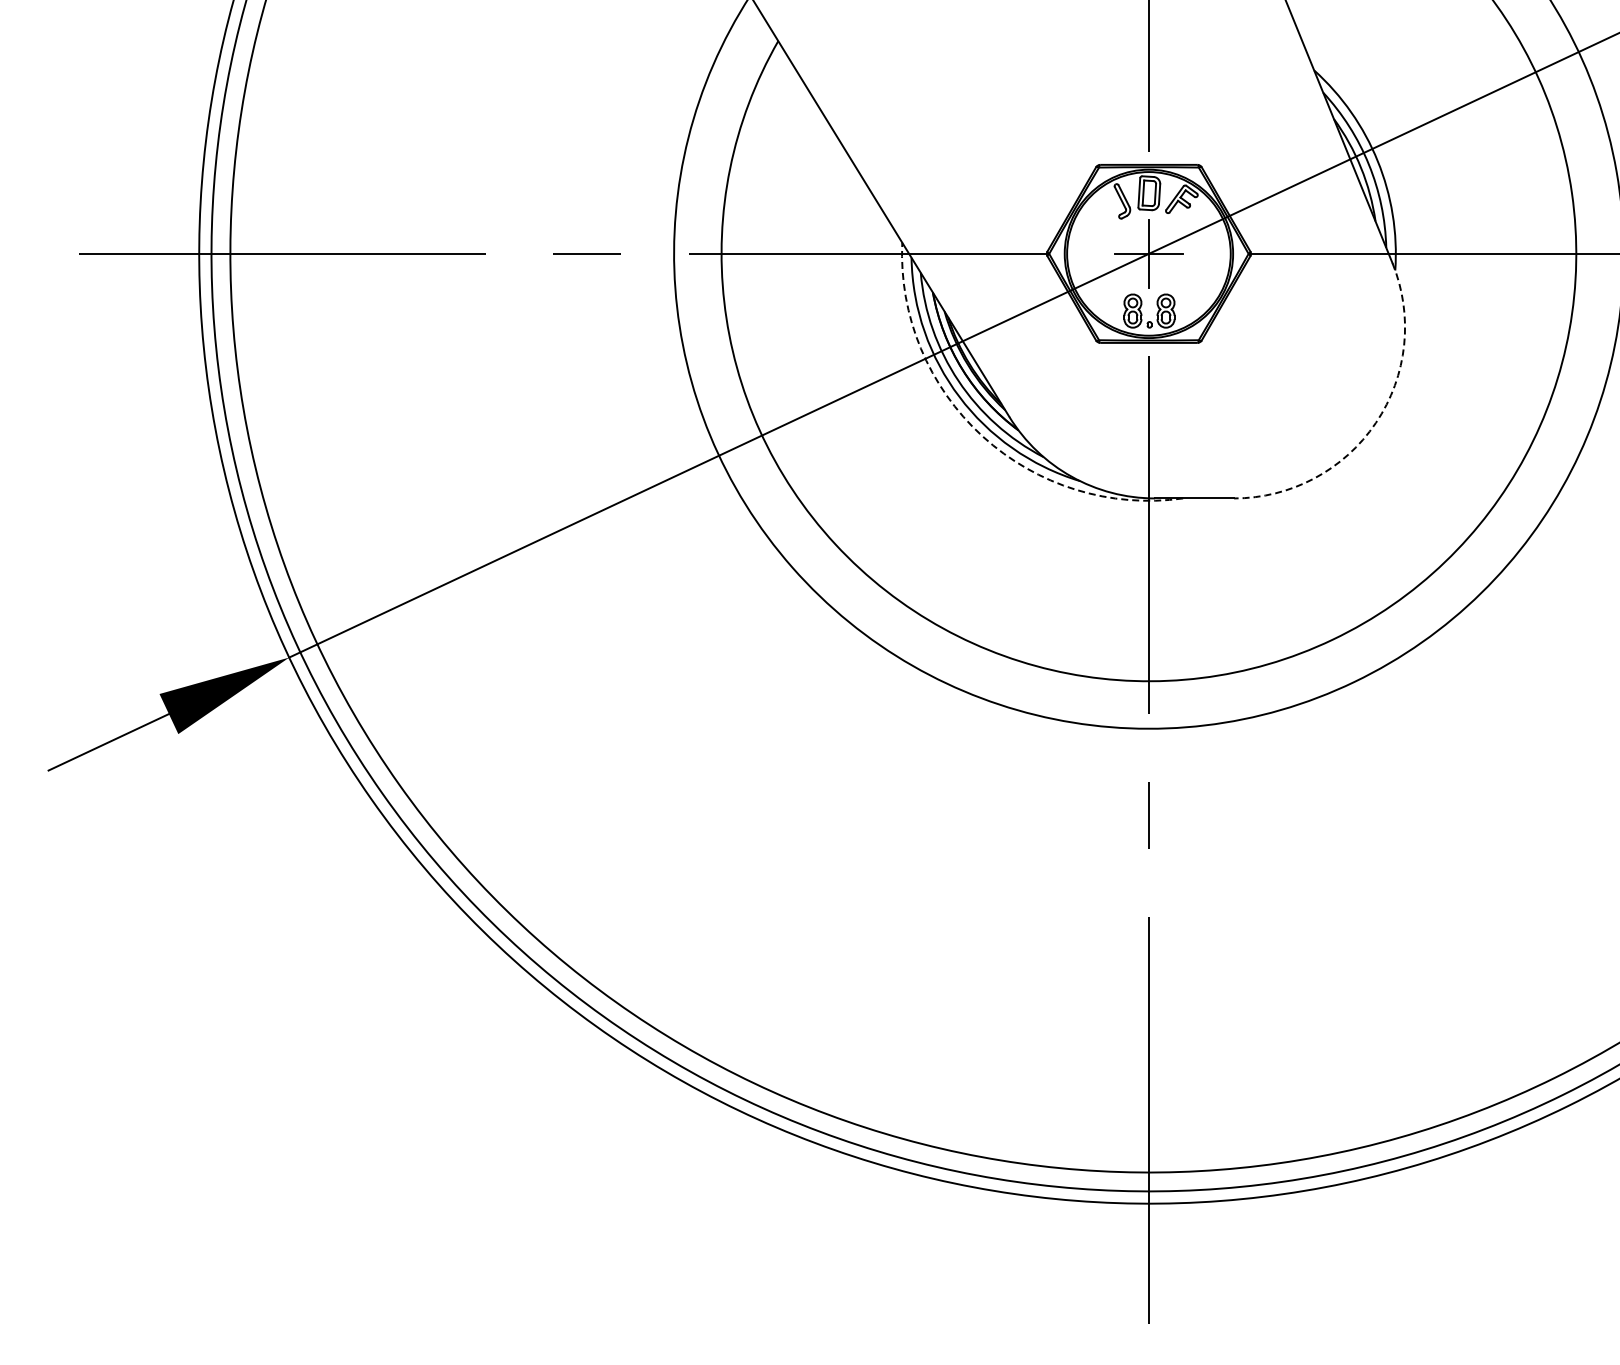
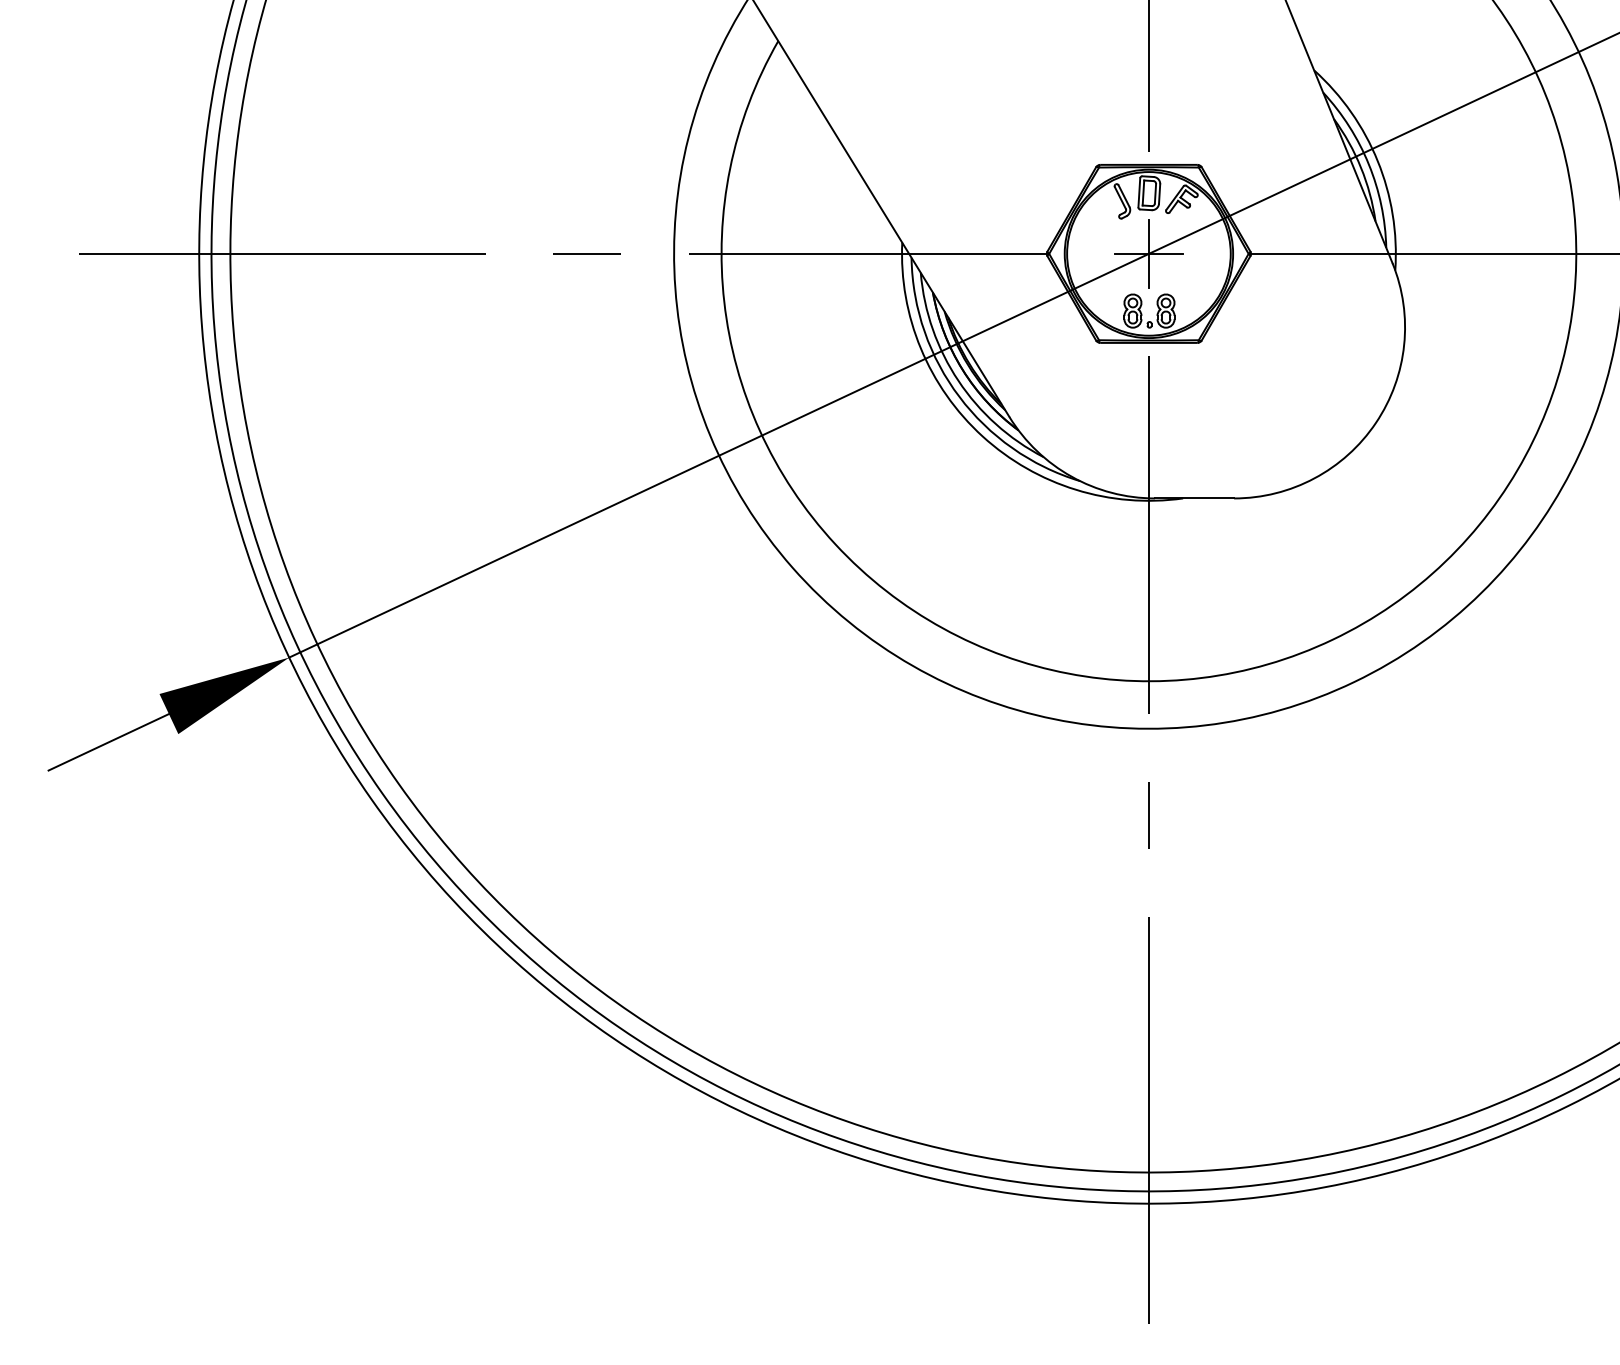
arc at (1375, 422): dashed -> solid
arc at (982, 436): dashed -> solid
